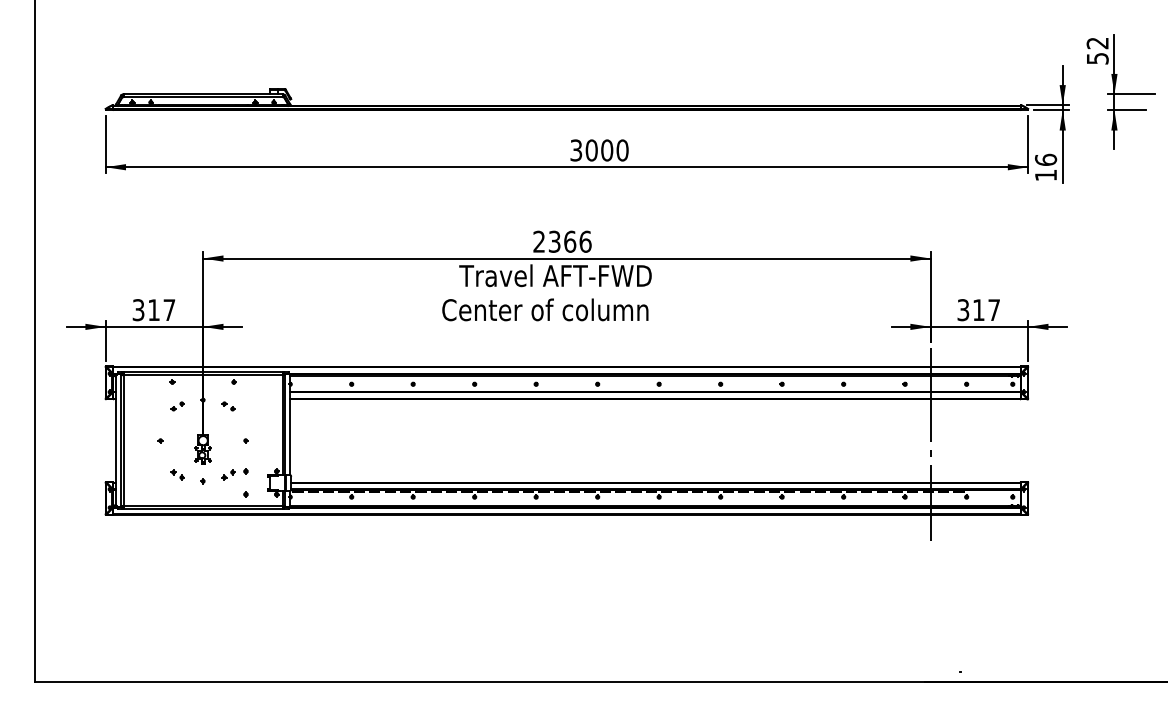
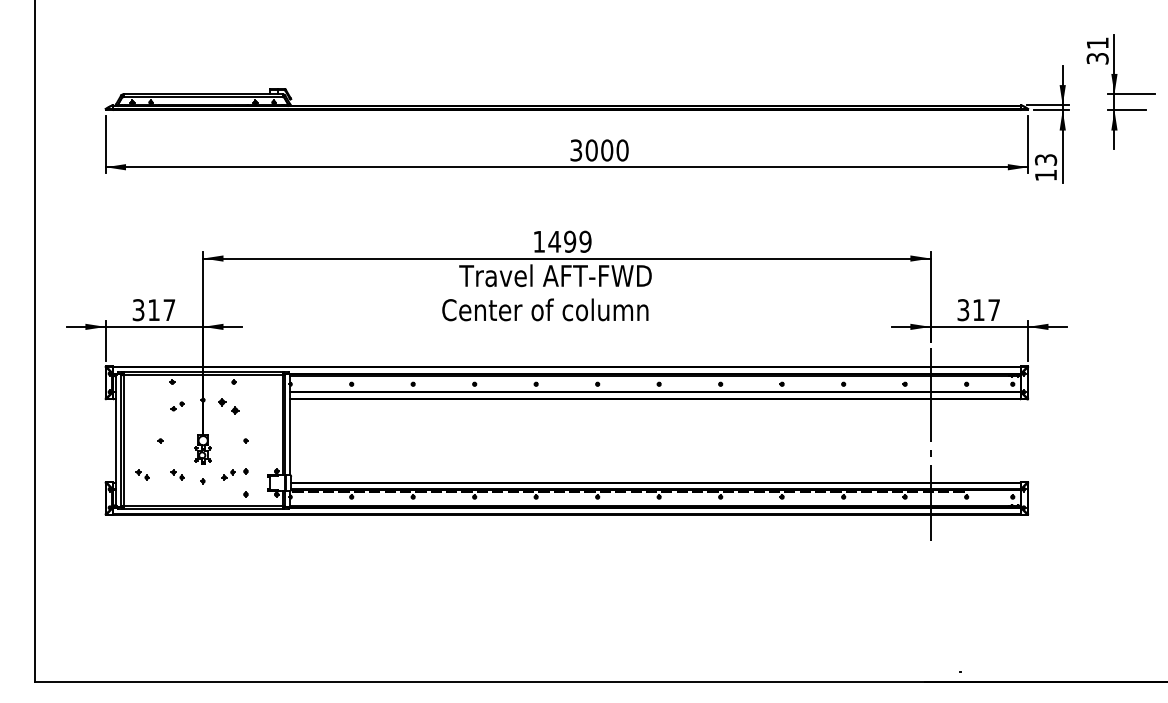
text at (1097, 50): 52 -> 31
text at (1045, 159): 16 -> 13
text at (562, 241): 2366 -> 1499
part at (228, 406) size: 15x11 px -> 22x17 px
part at (142, 474): none -> present
